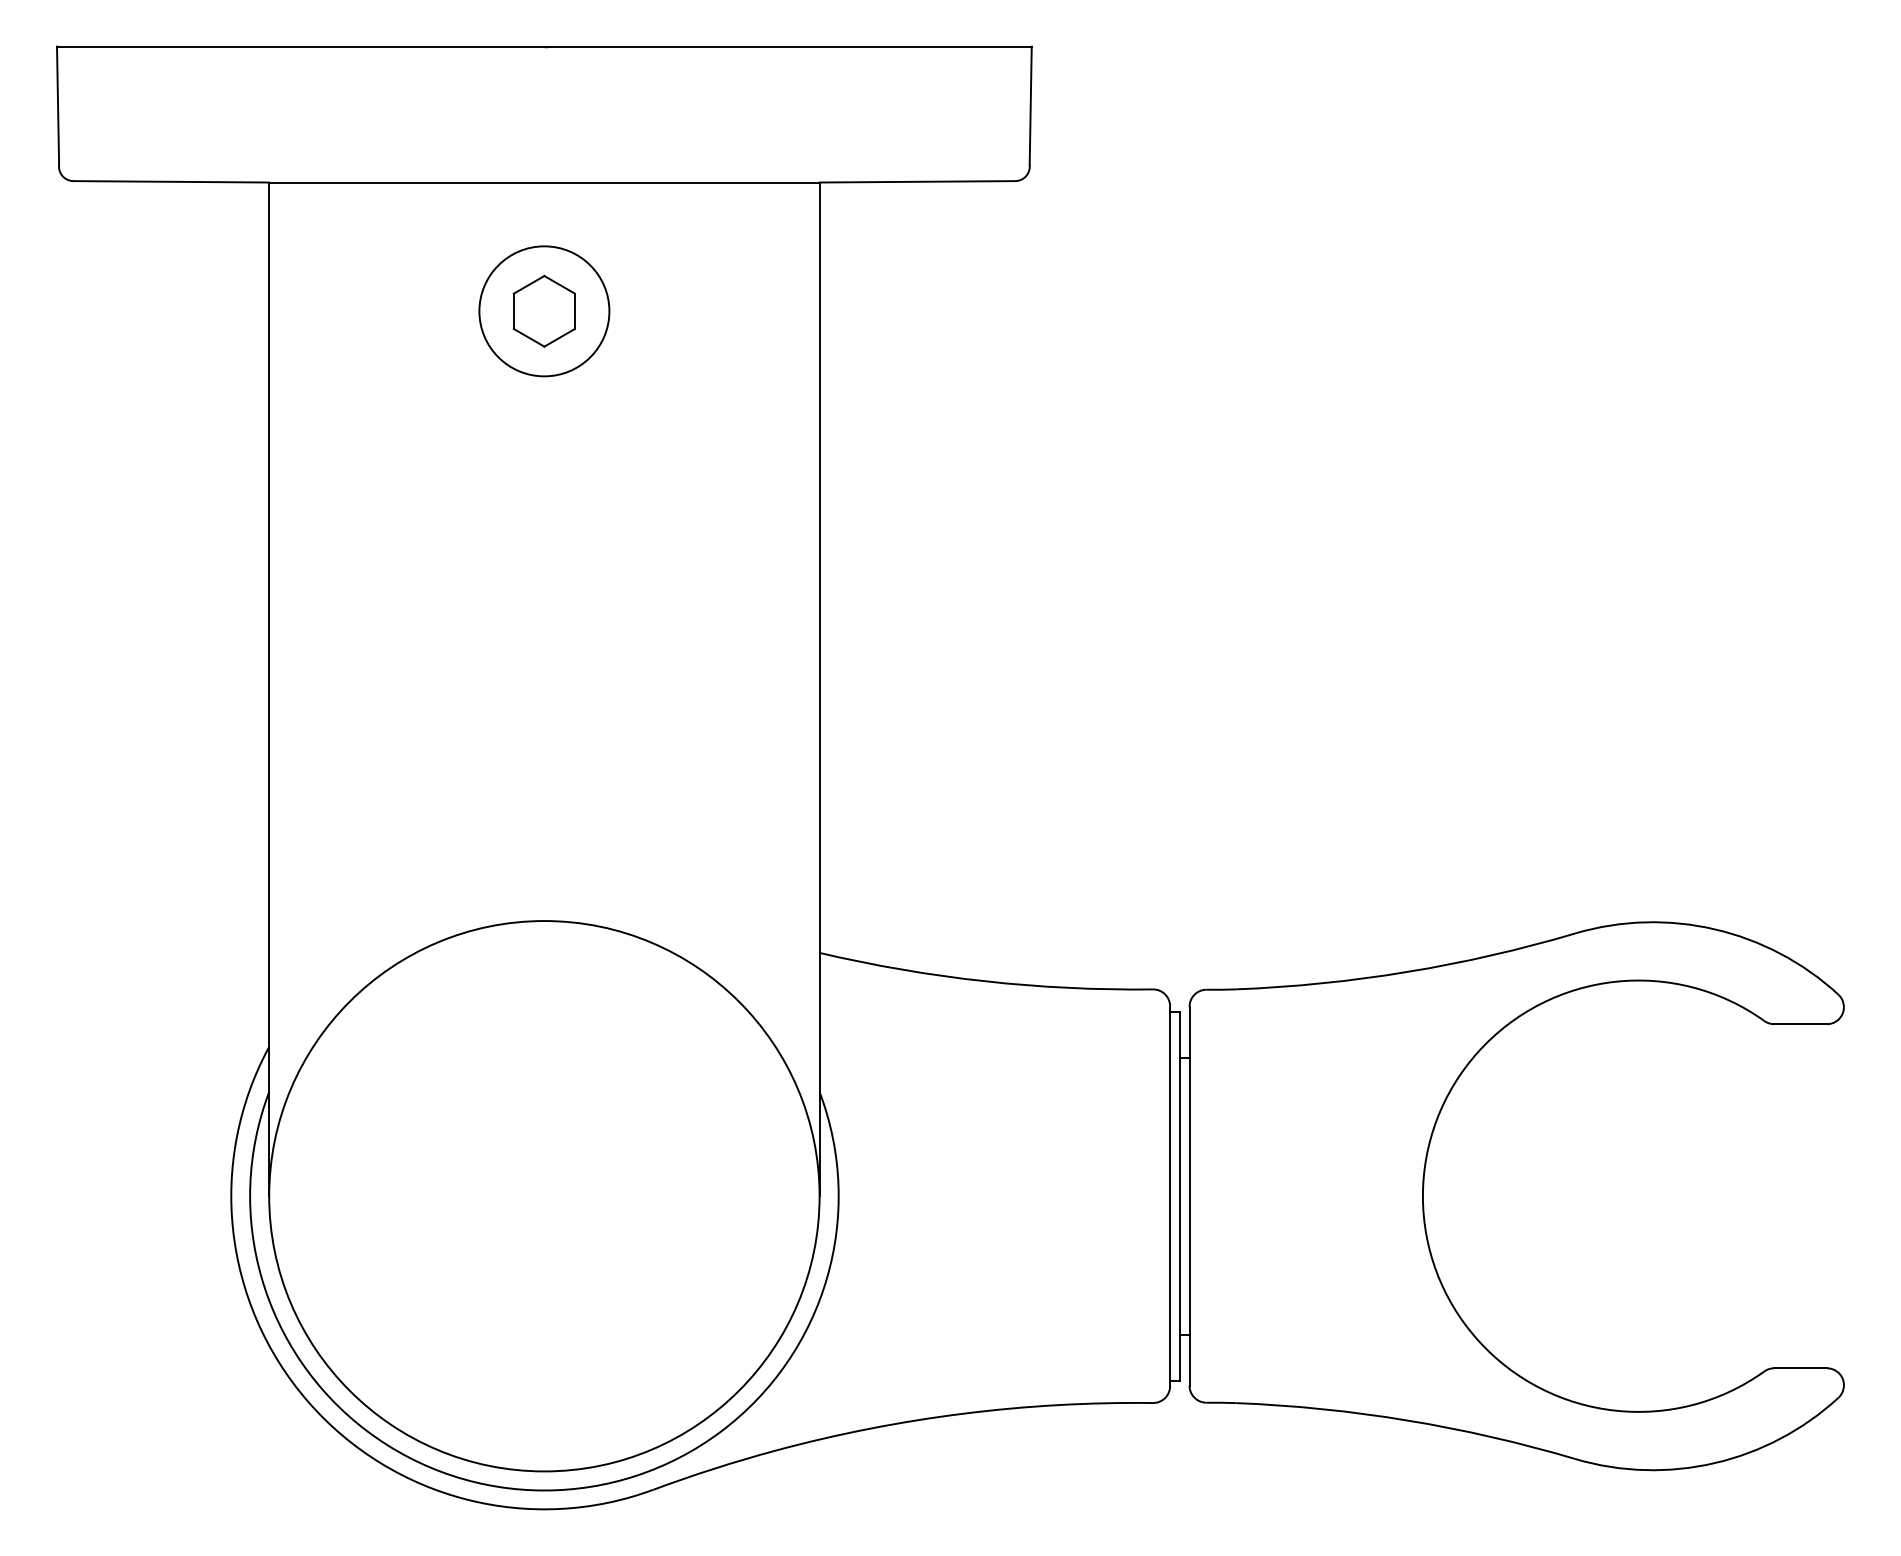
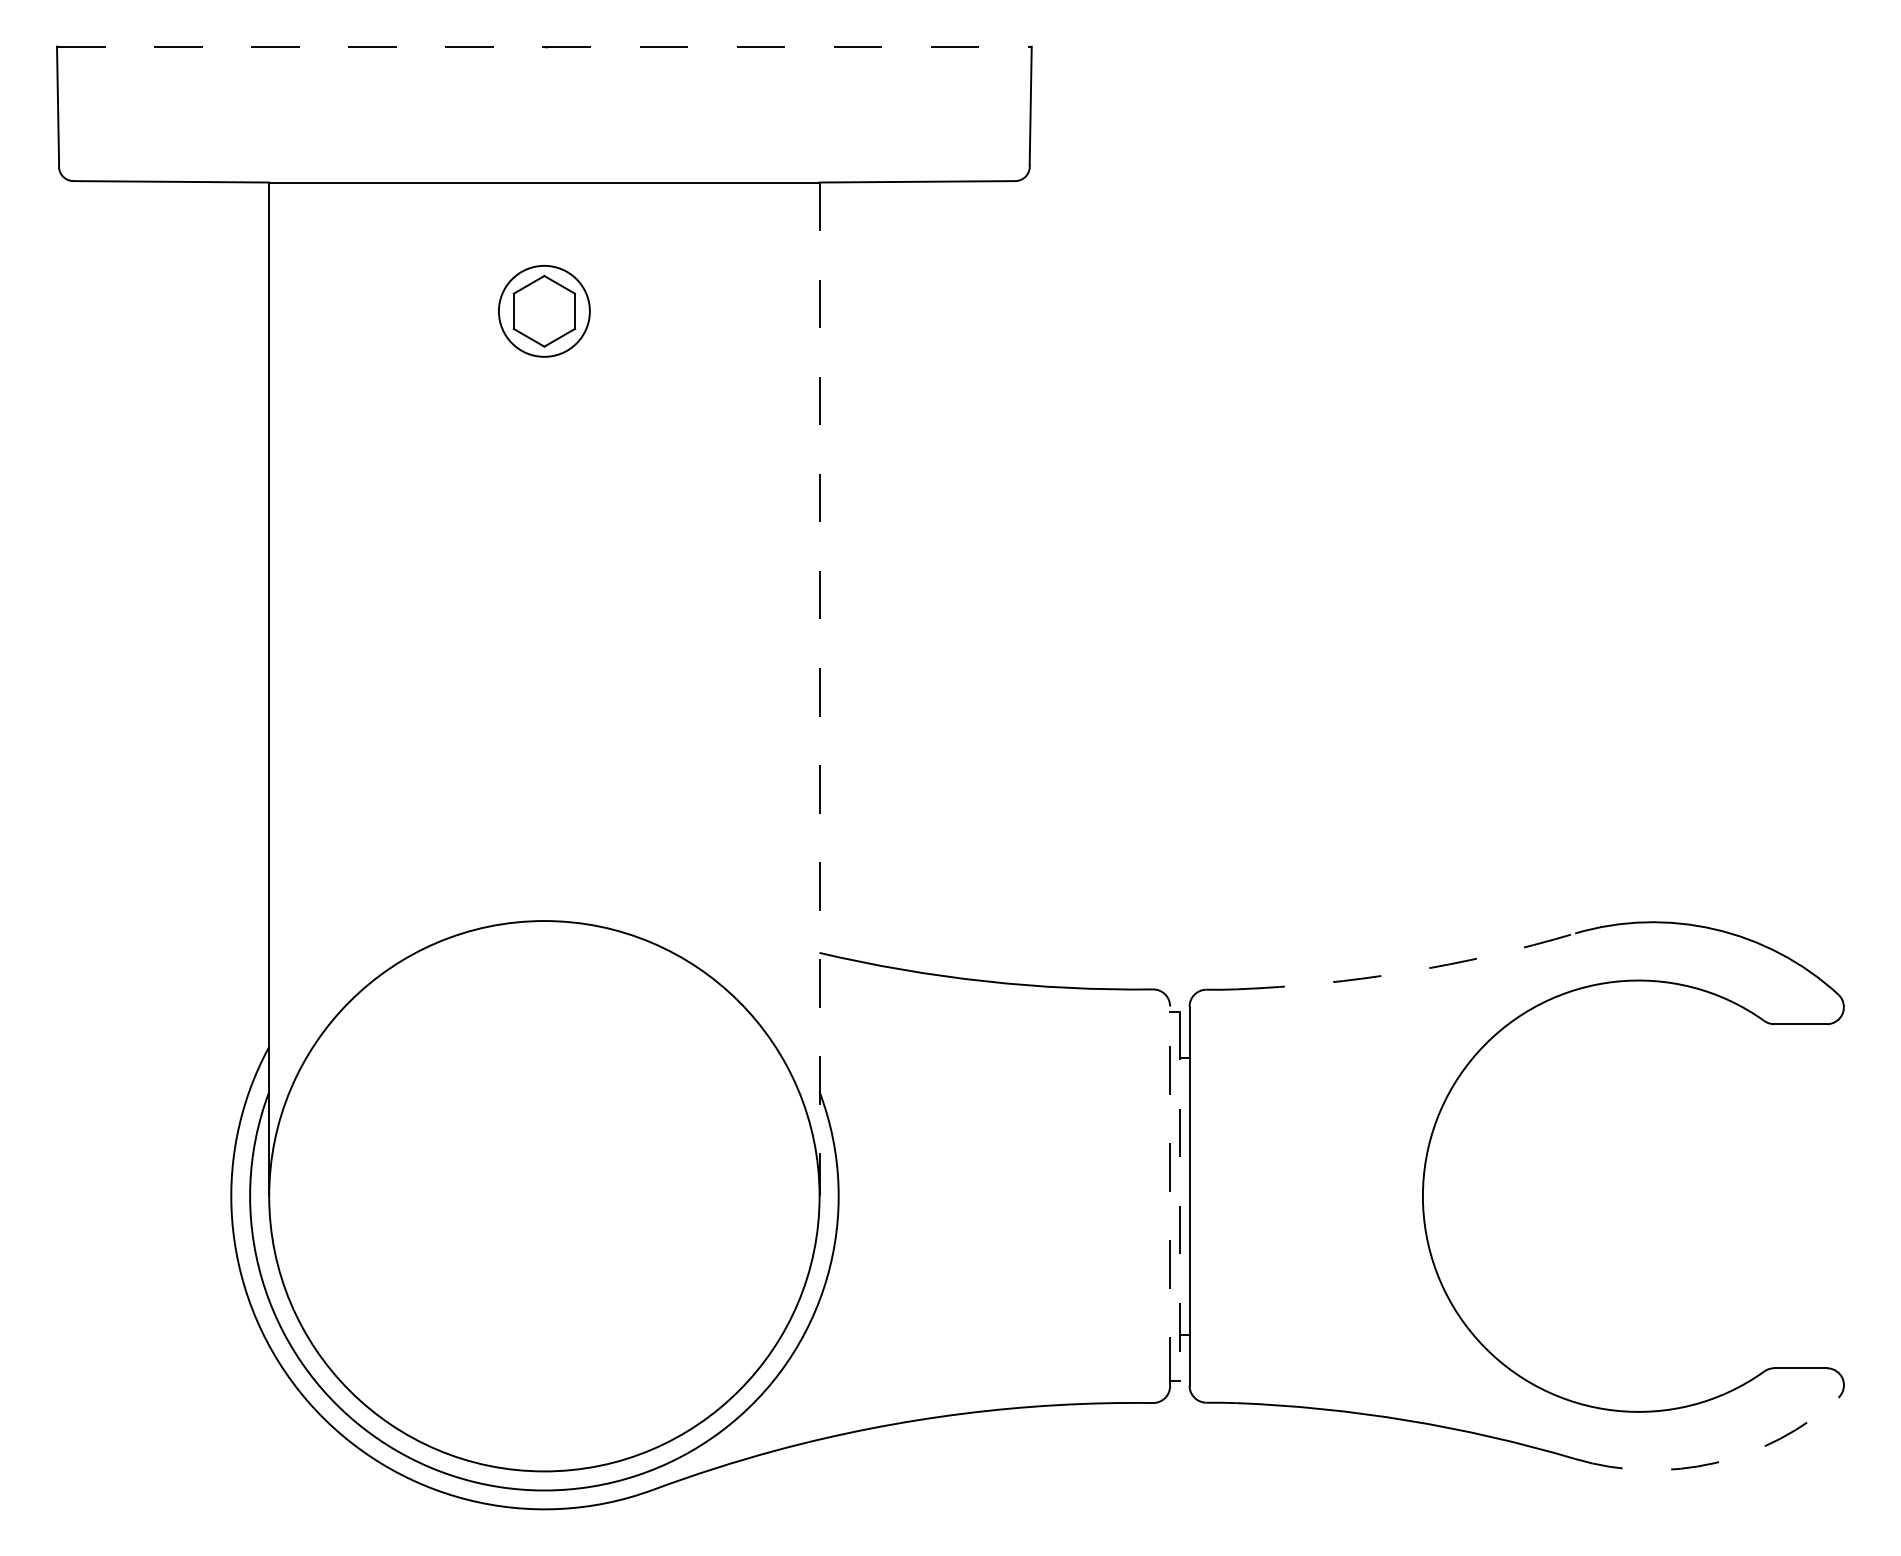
line at (544, 46): solid -> dashed
circle at (544, 311) diameter: 130 px -> 91 px
line at (819, 689): solid -> dashed
arc at (1407, 971): solid -> dashed
line at (1170, 1196): solid -> dashed
line at (1179, 1196): solid -> dashed
arc at (1714, 1463): solid -> dashed
